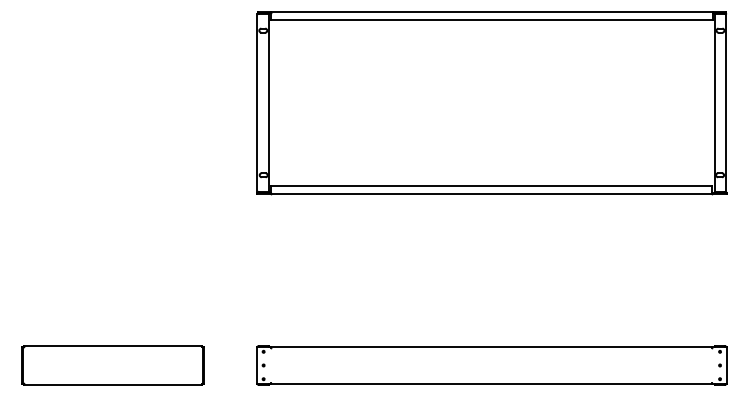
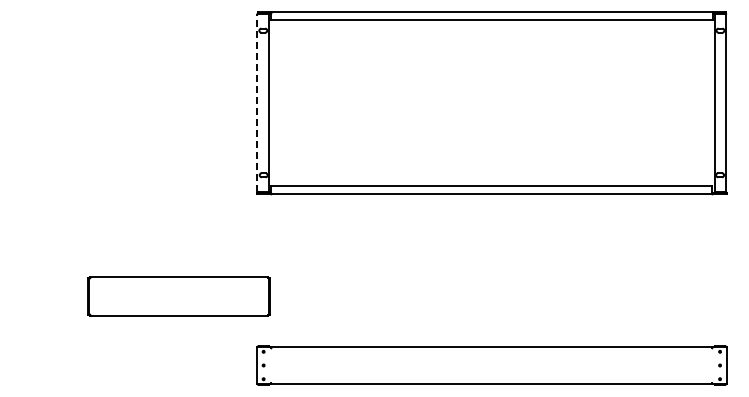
line at (257, 102): solid -> dashed
part at (112, 365) position: (112, 365) -> (178, 296)
